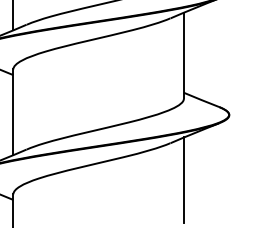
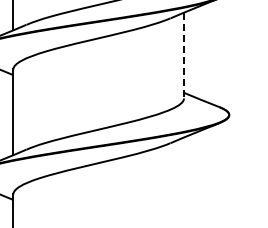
line at (184, 55): solid -> dashed
line at (184, 180): present -> none
